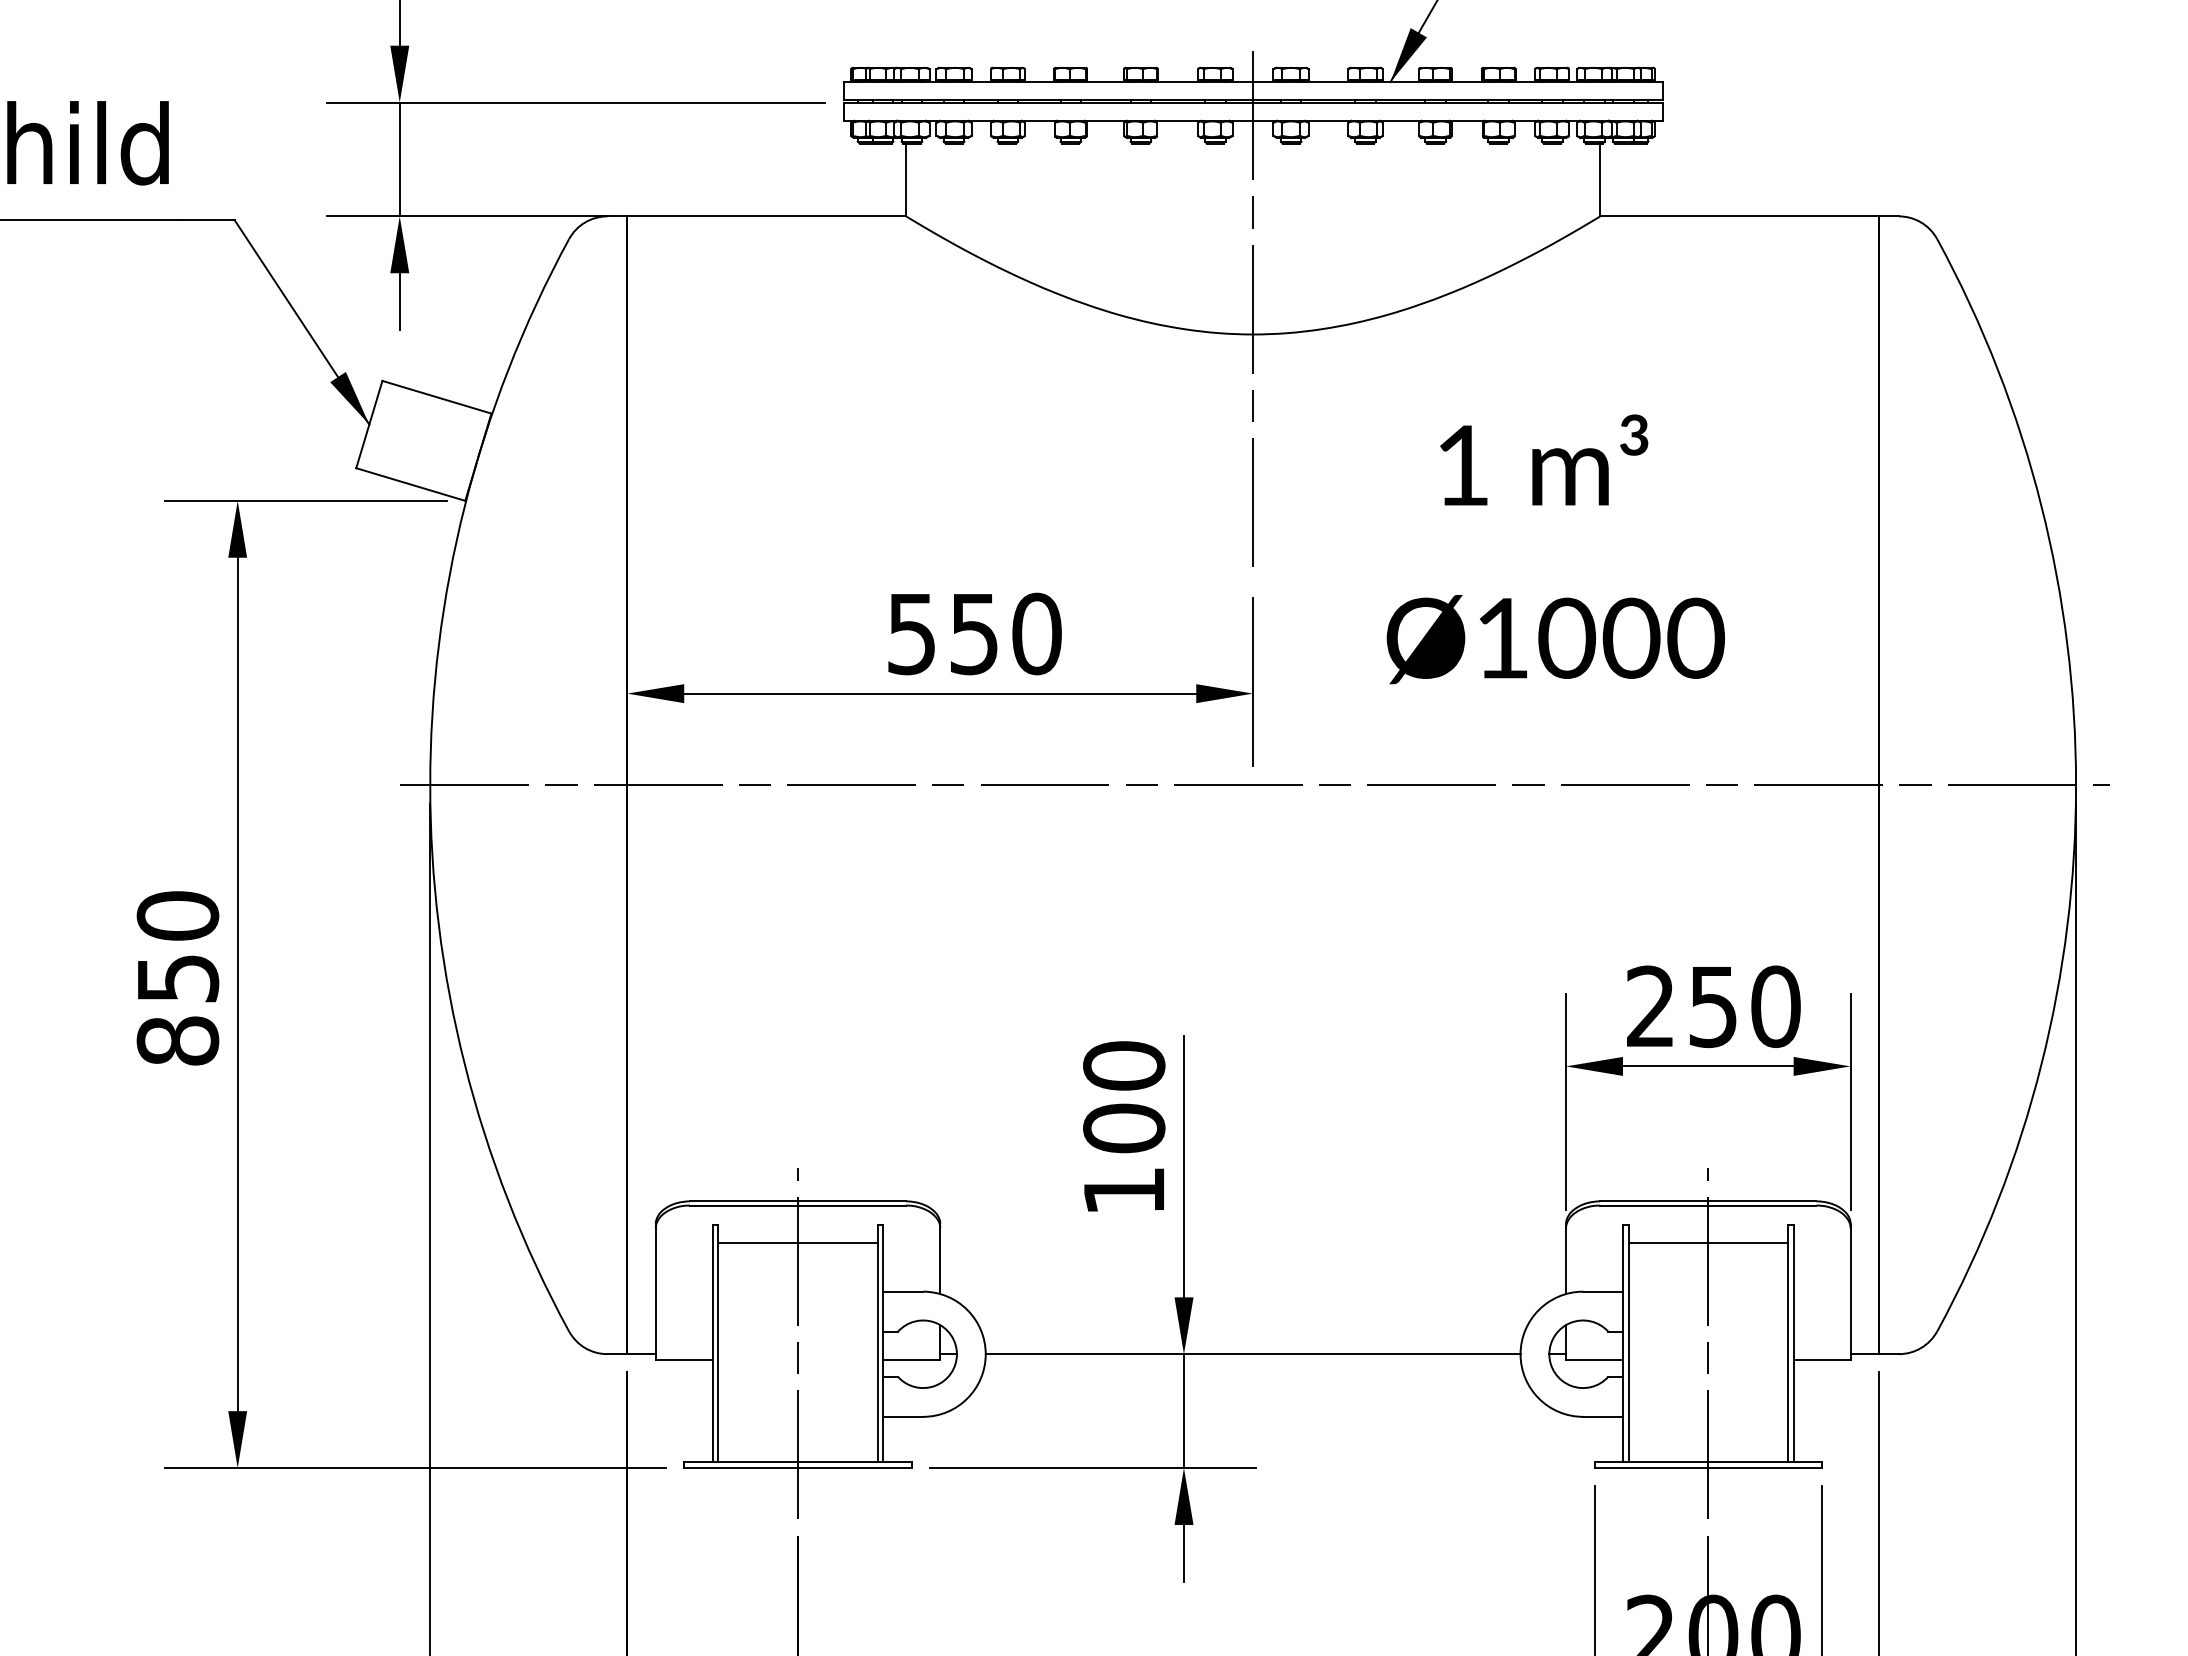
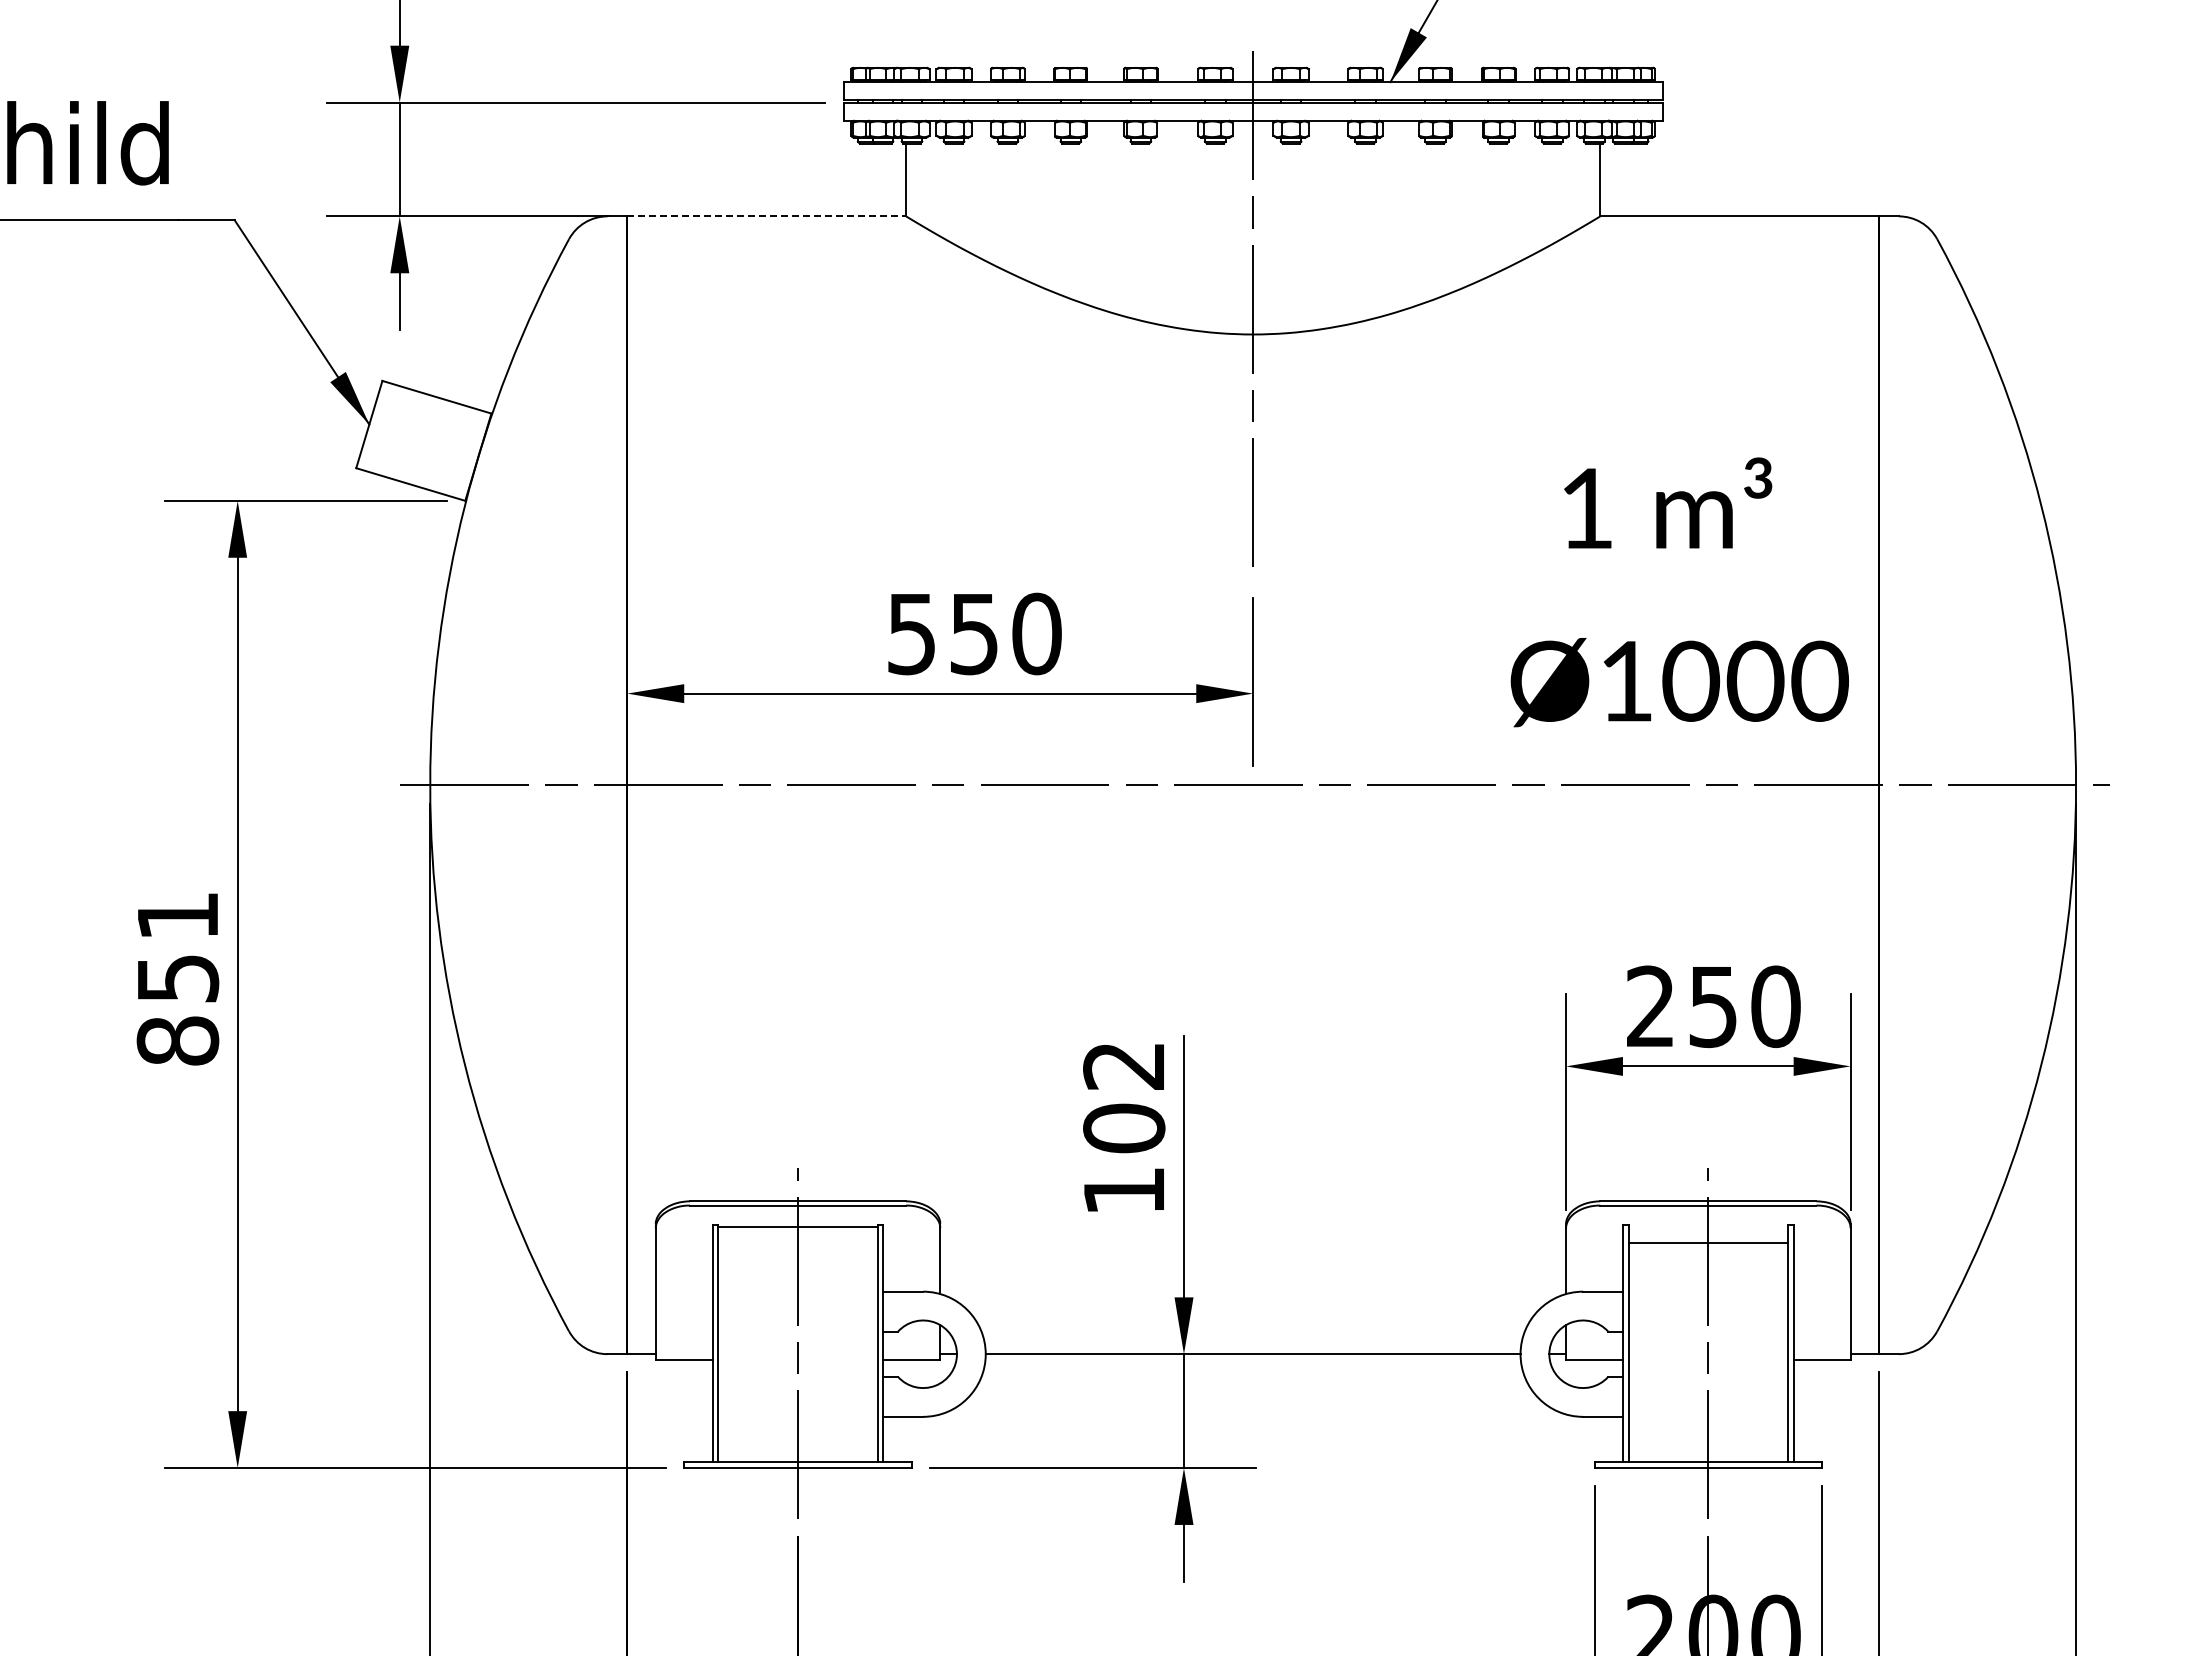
line at (767, 216): solid -> dashed
text at (1555, 549) position: (1555, 549) -> (1679, 592)
text at (177, 915): 850 -> 851
text at (1124, 1065): 100 -> 102
line at (797, 1243) position: (797, 1243) -> (797, 1227)
